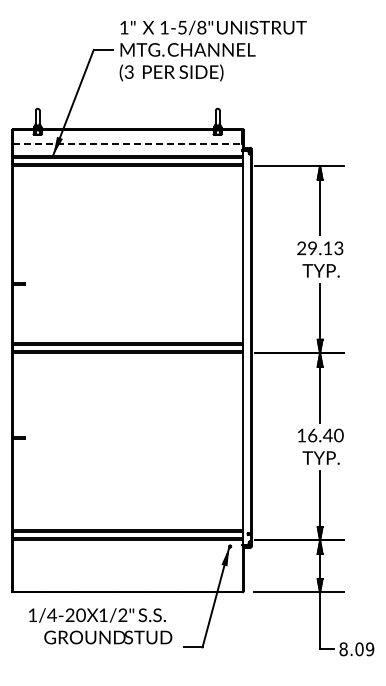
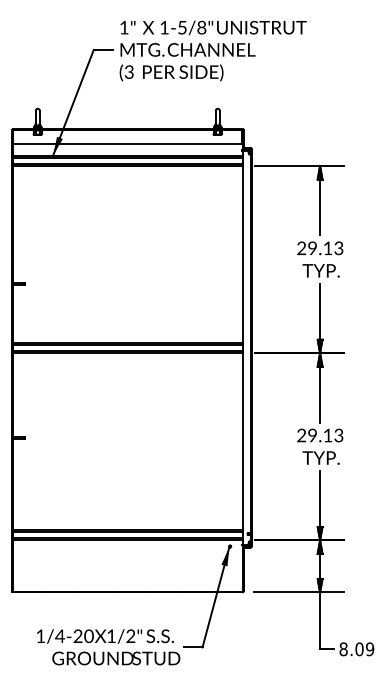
line at (128, 144): dashed -> solid
text at (320, 435): 16.40 -> 29.13
text at (100, 626) position: (100, 626) -> (108, 647)
